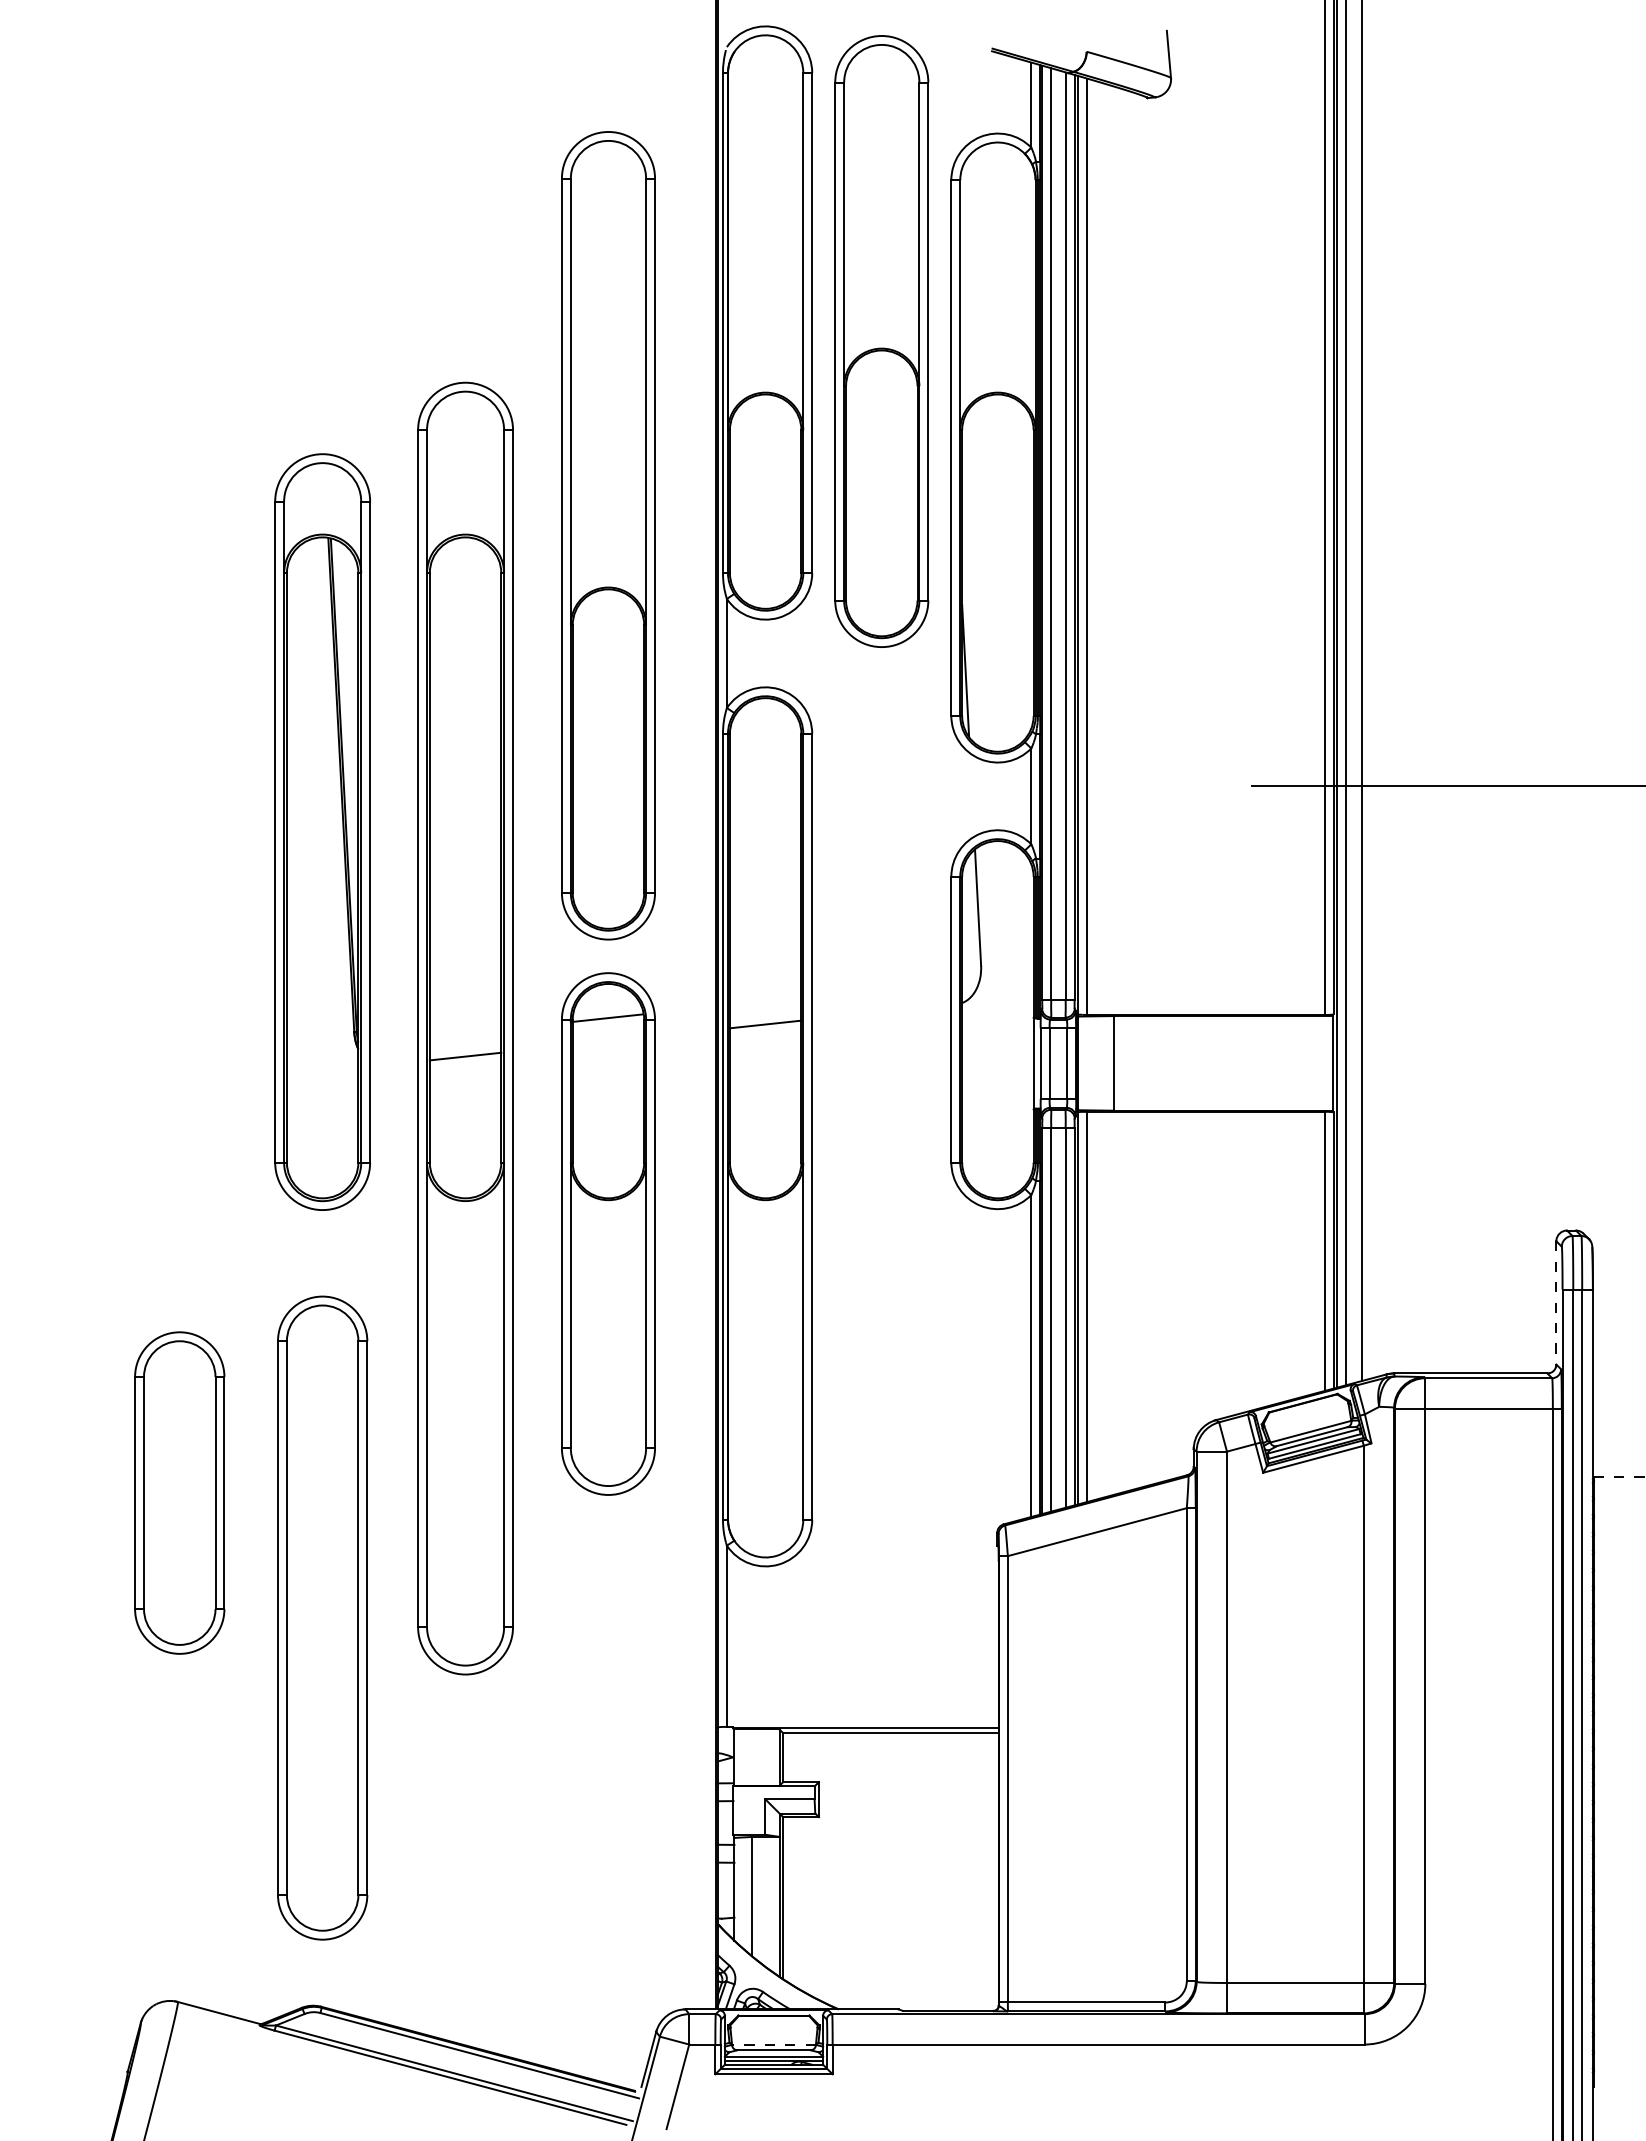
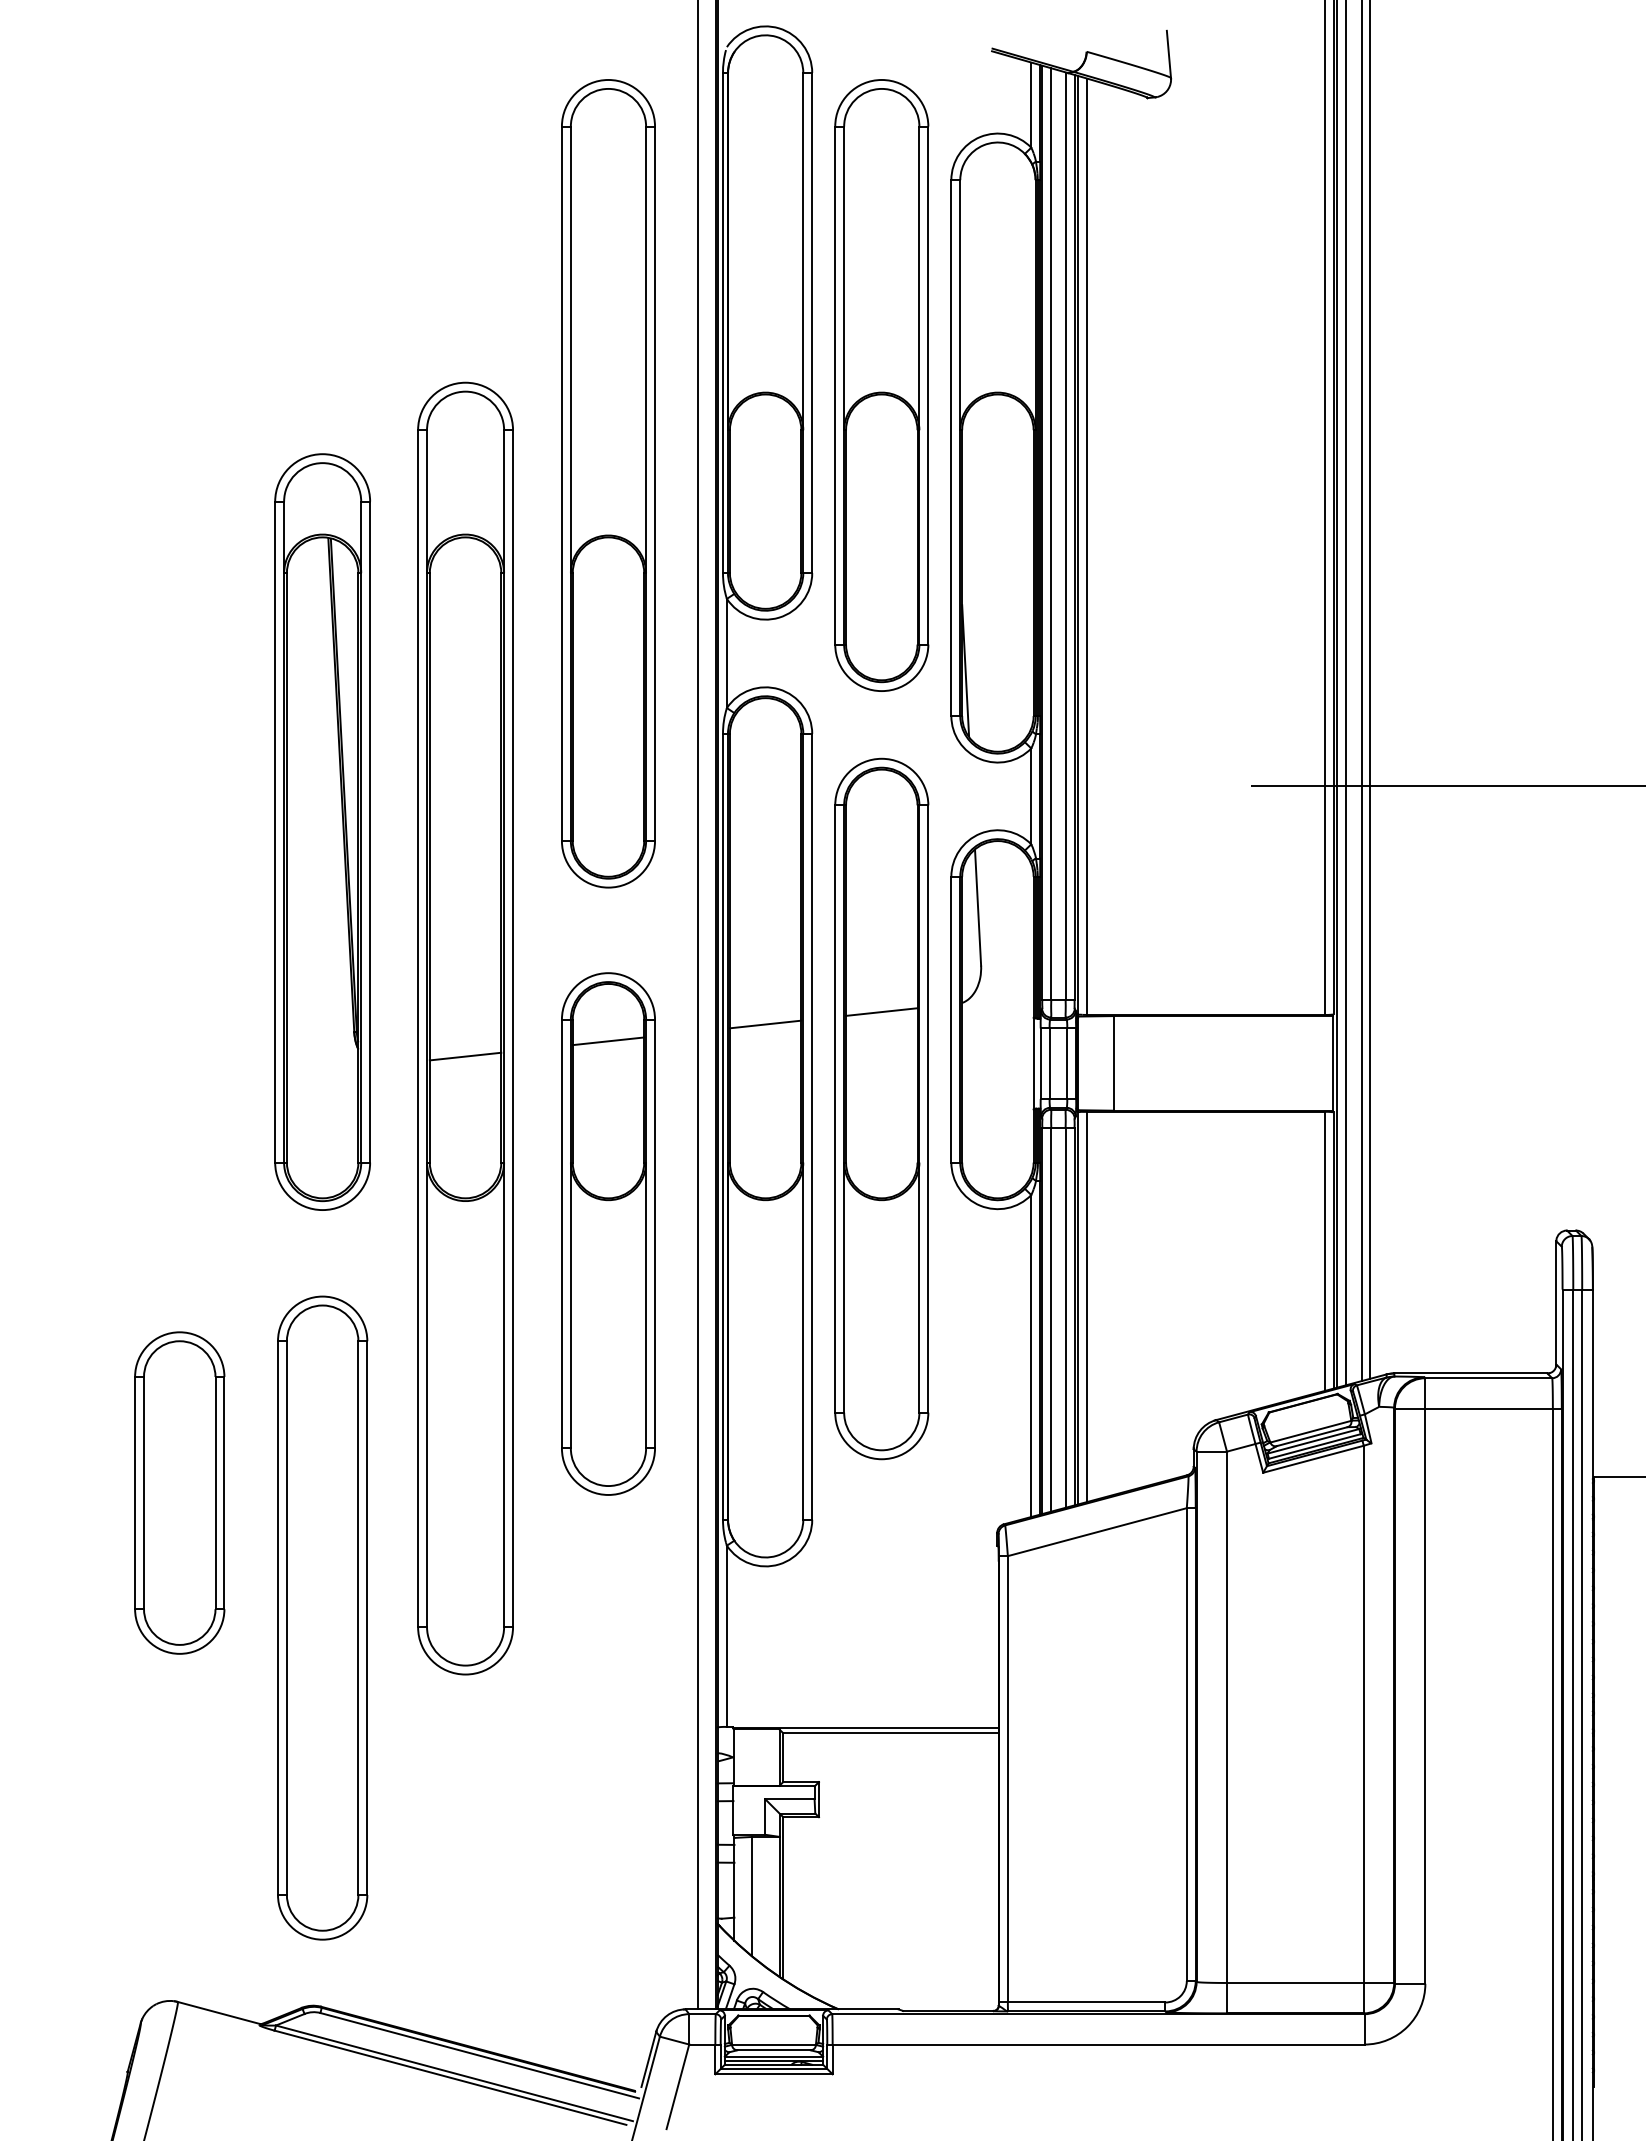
part at (881, 341) position: (881, 341) -> (881, 385)
part at (608, 535) position: (608, 535) -> (608, 483)
line at (1370, 690): none -> present
line at (698, 1005): none -> present
line at (606, 1018) position: (606, 1018) -> (608, 1041)
part at (881, 1108): none -> present
line at (1556, 1302): dashed -> solid
line at (1619, 1476): dashed -> solid
line at (774, 2045): dashed -> solid
